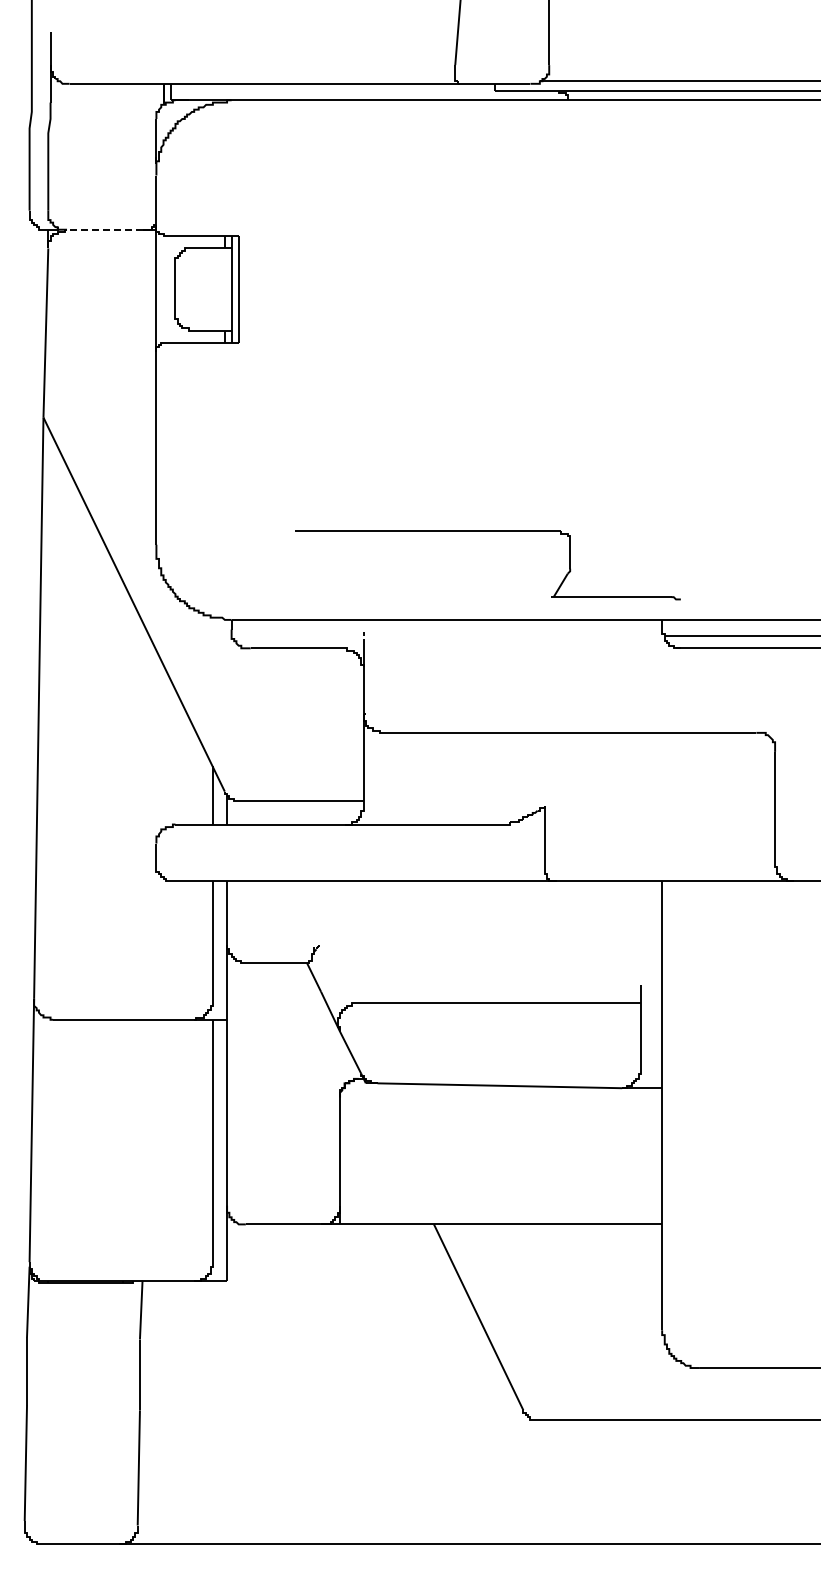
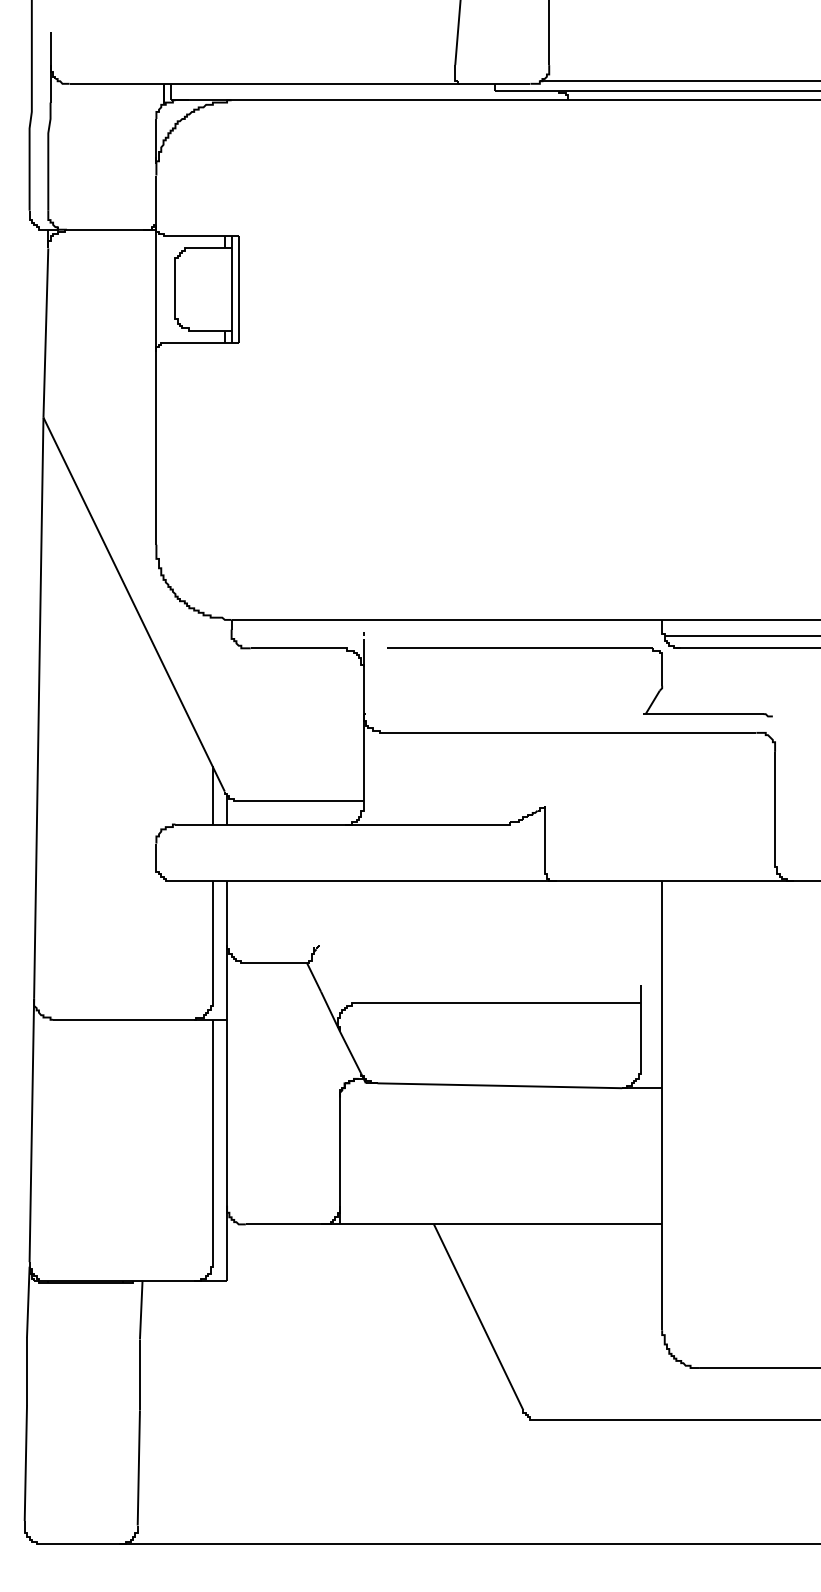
line at (104, 229): dashed -> solid
part at (487, 531) position: (487, 531) -> (579, 648)
